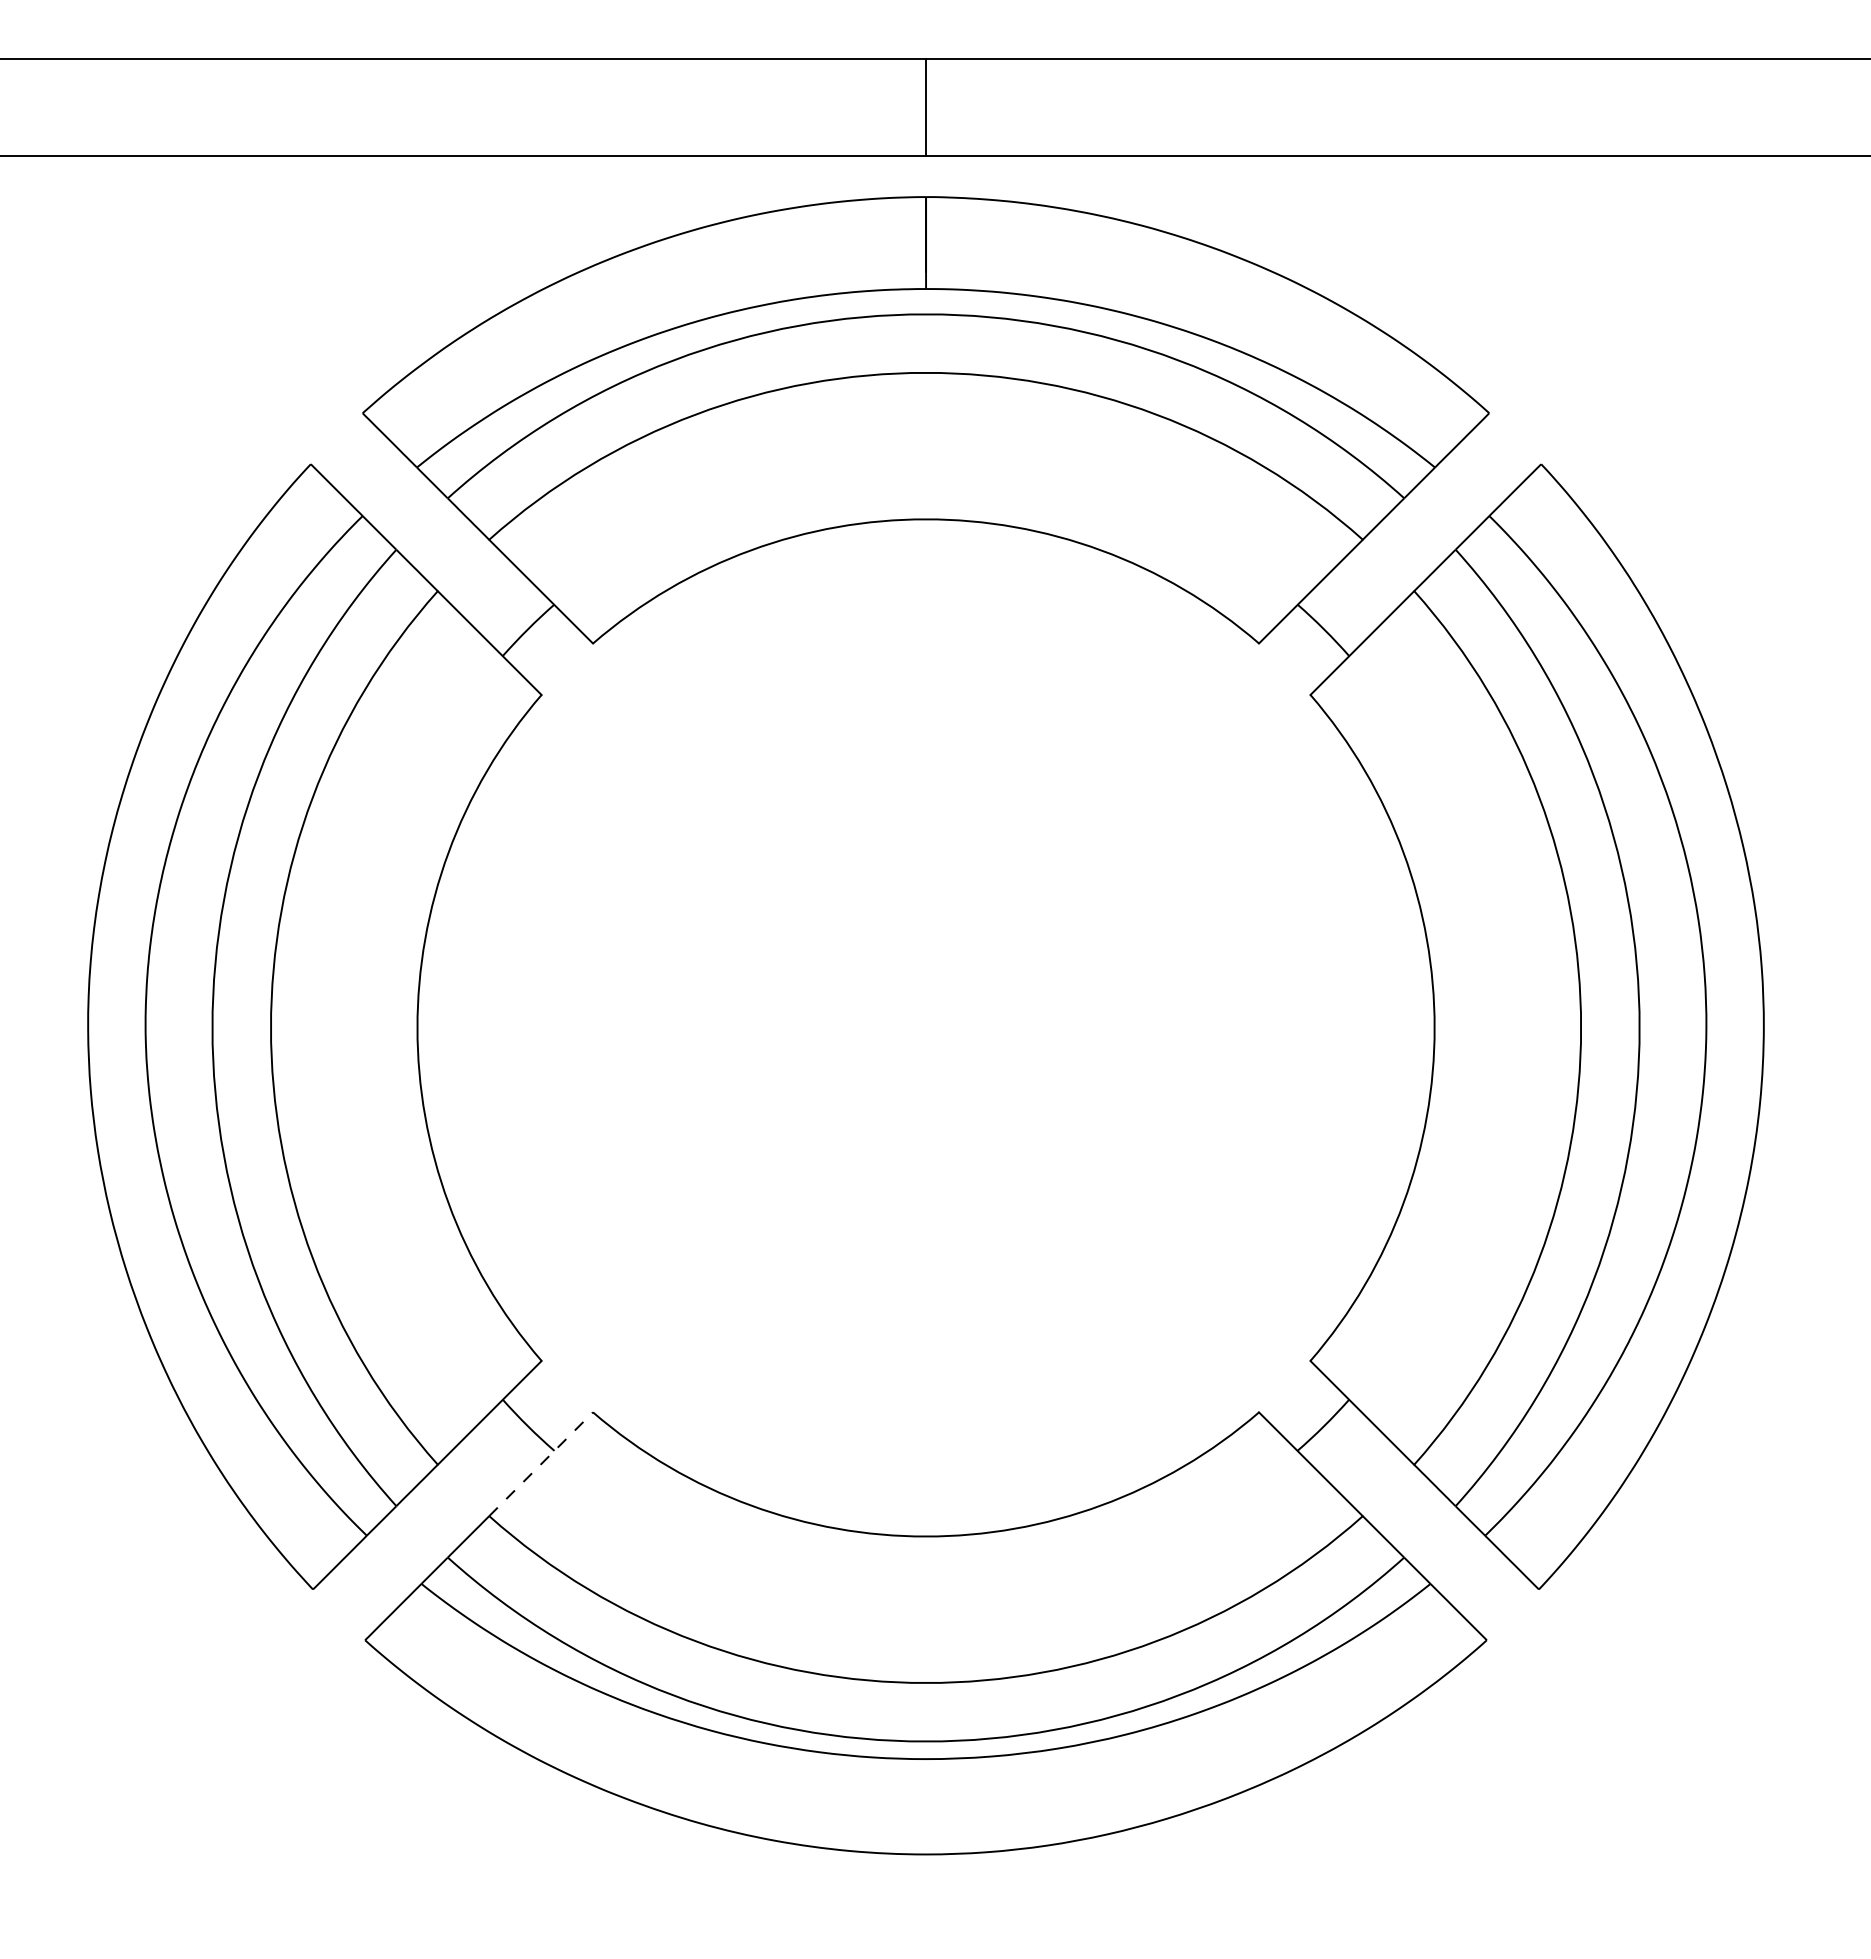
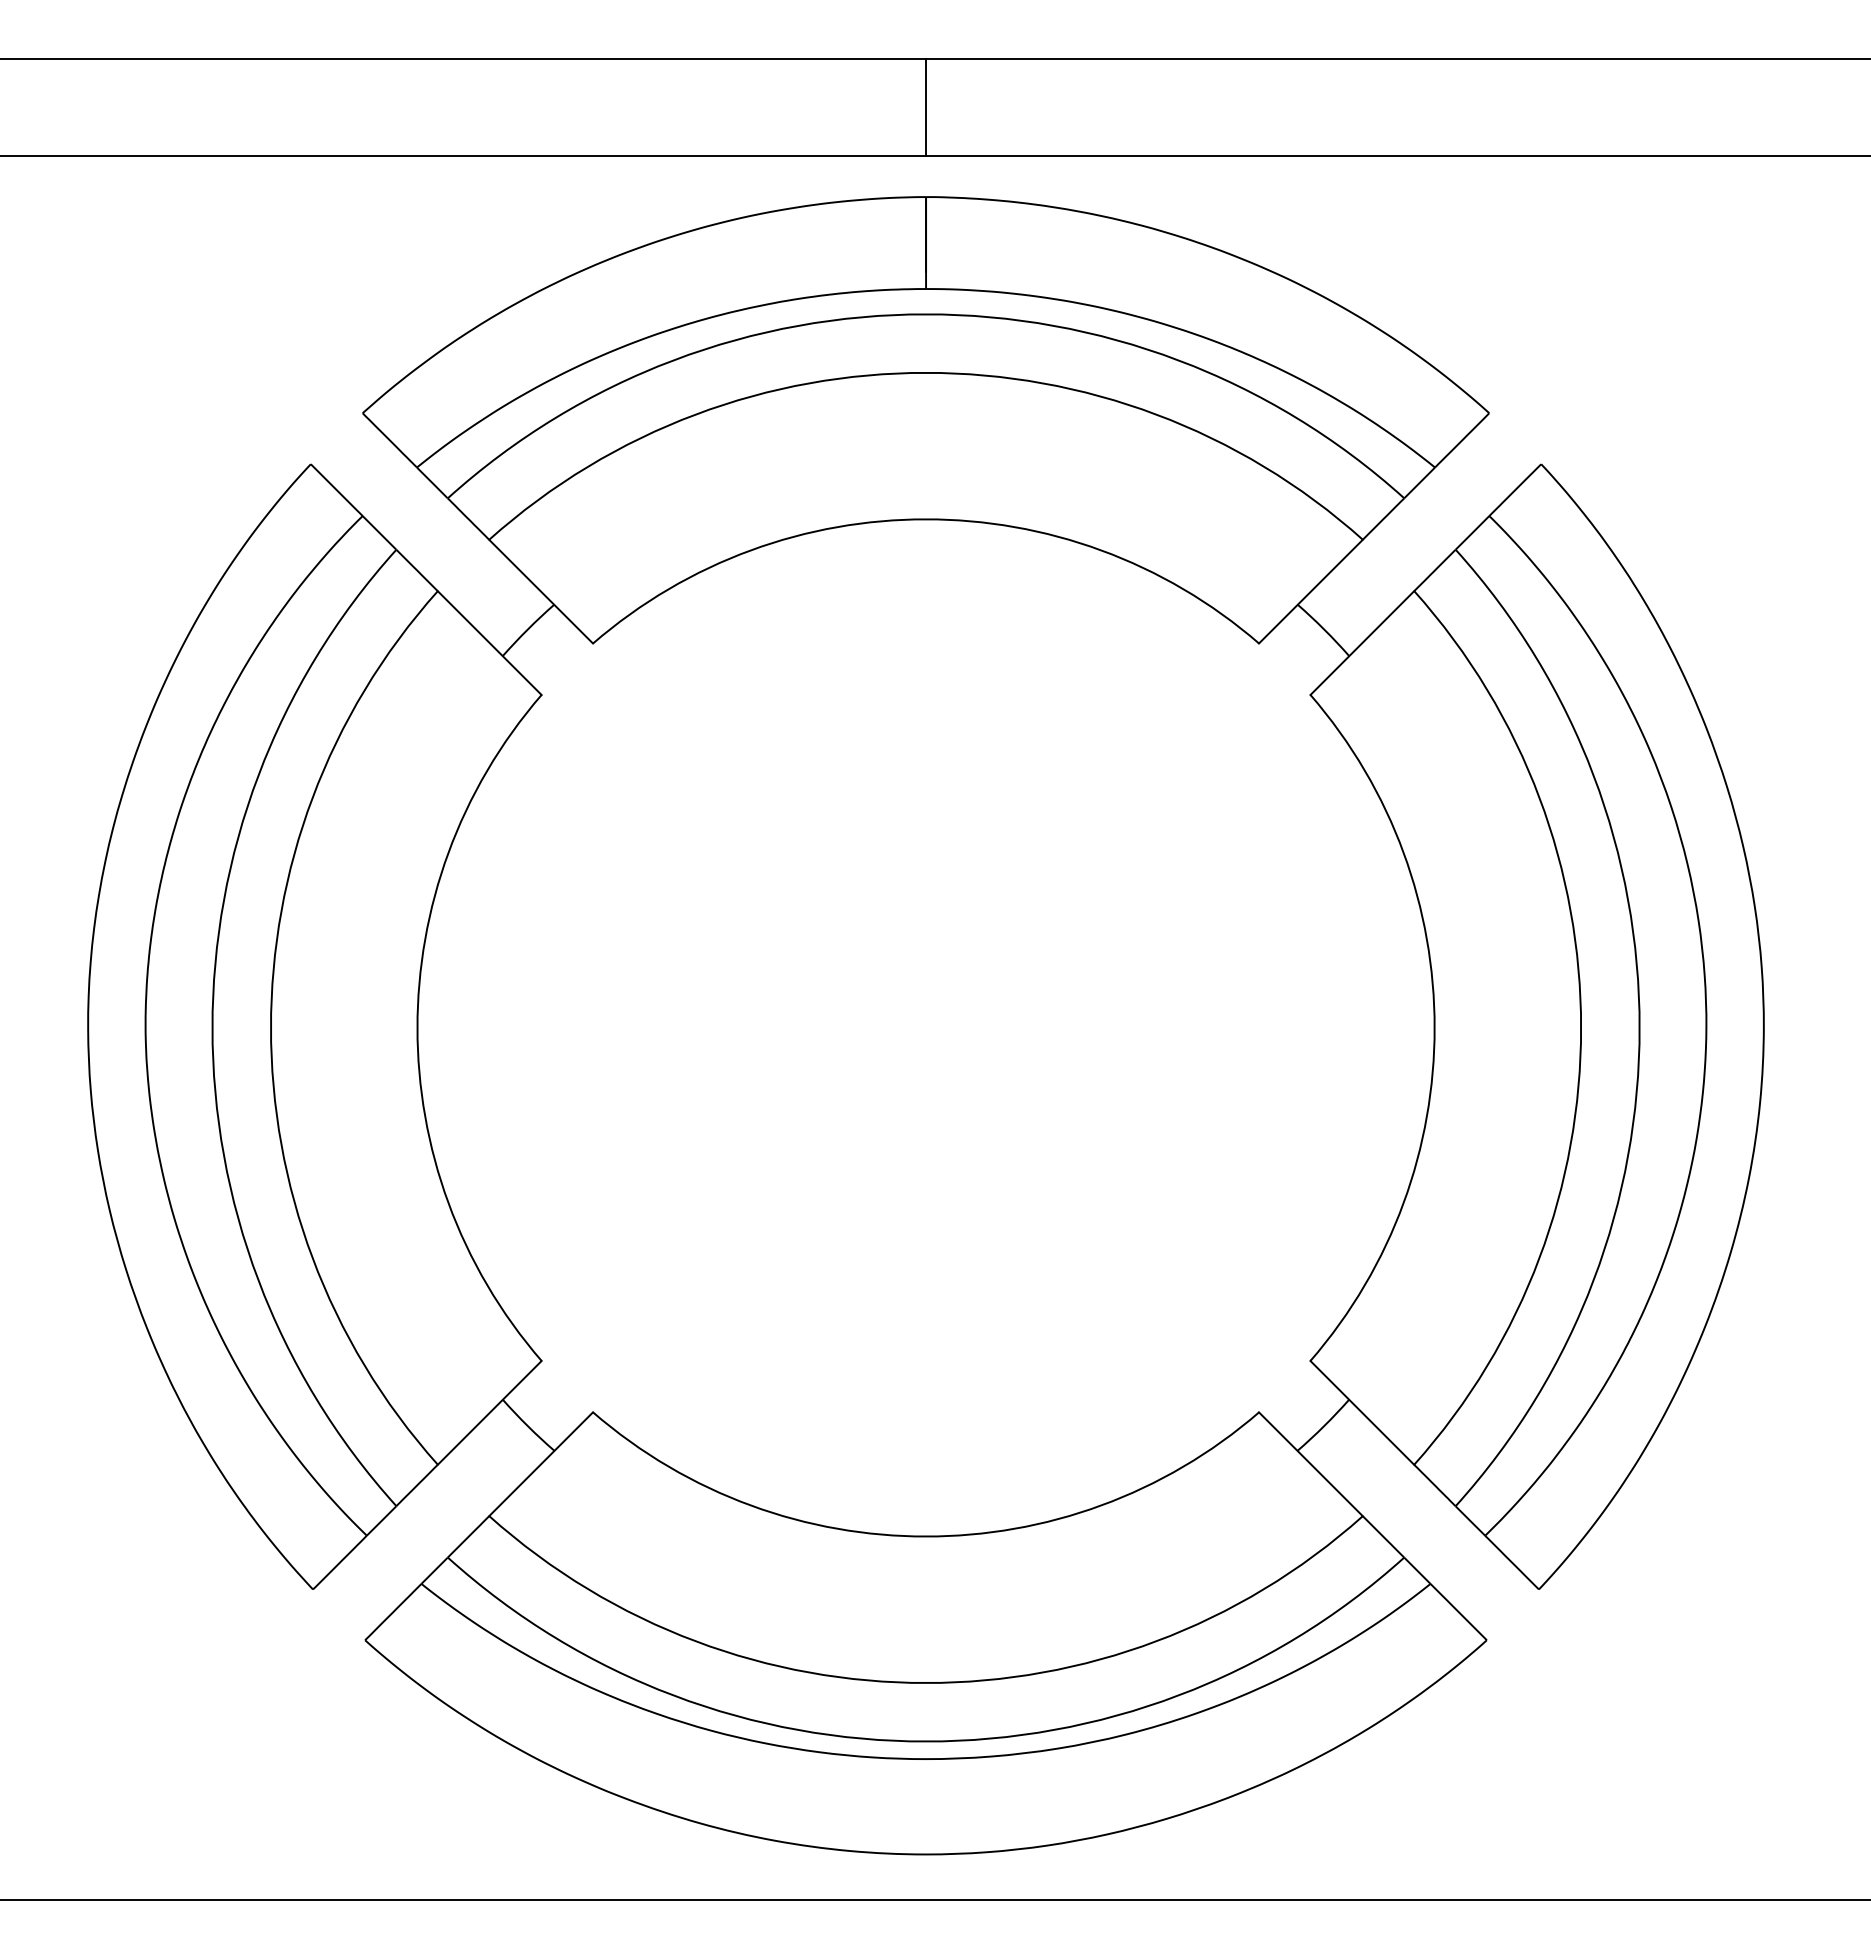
line at (541, 1463): dashed -> solid
line at (934, 1900): none -> present
